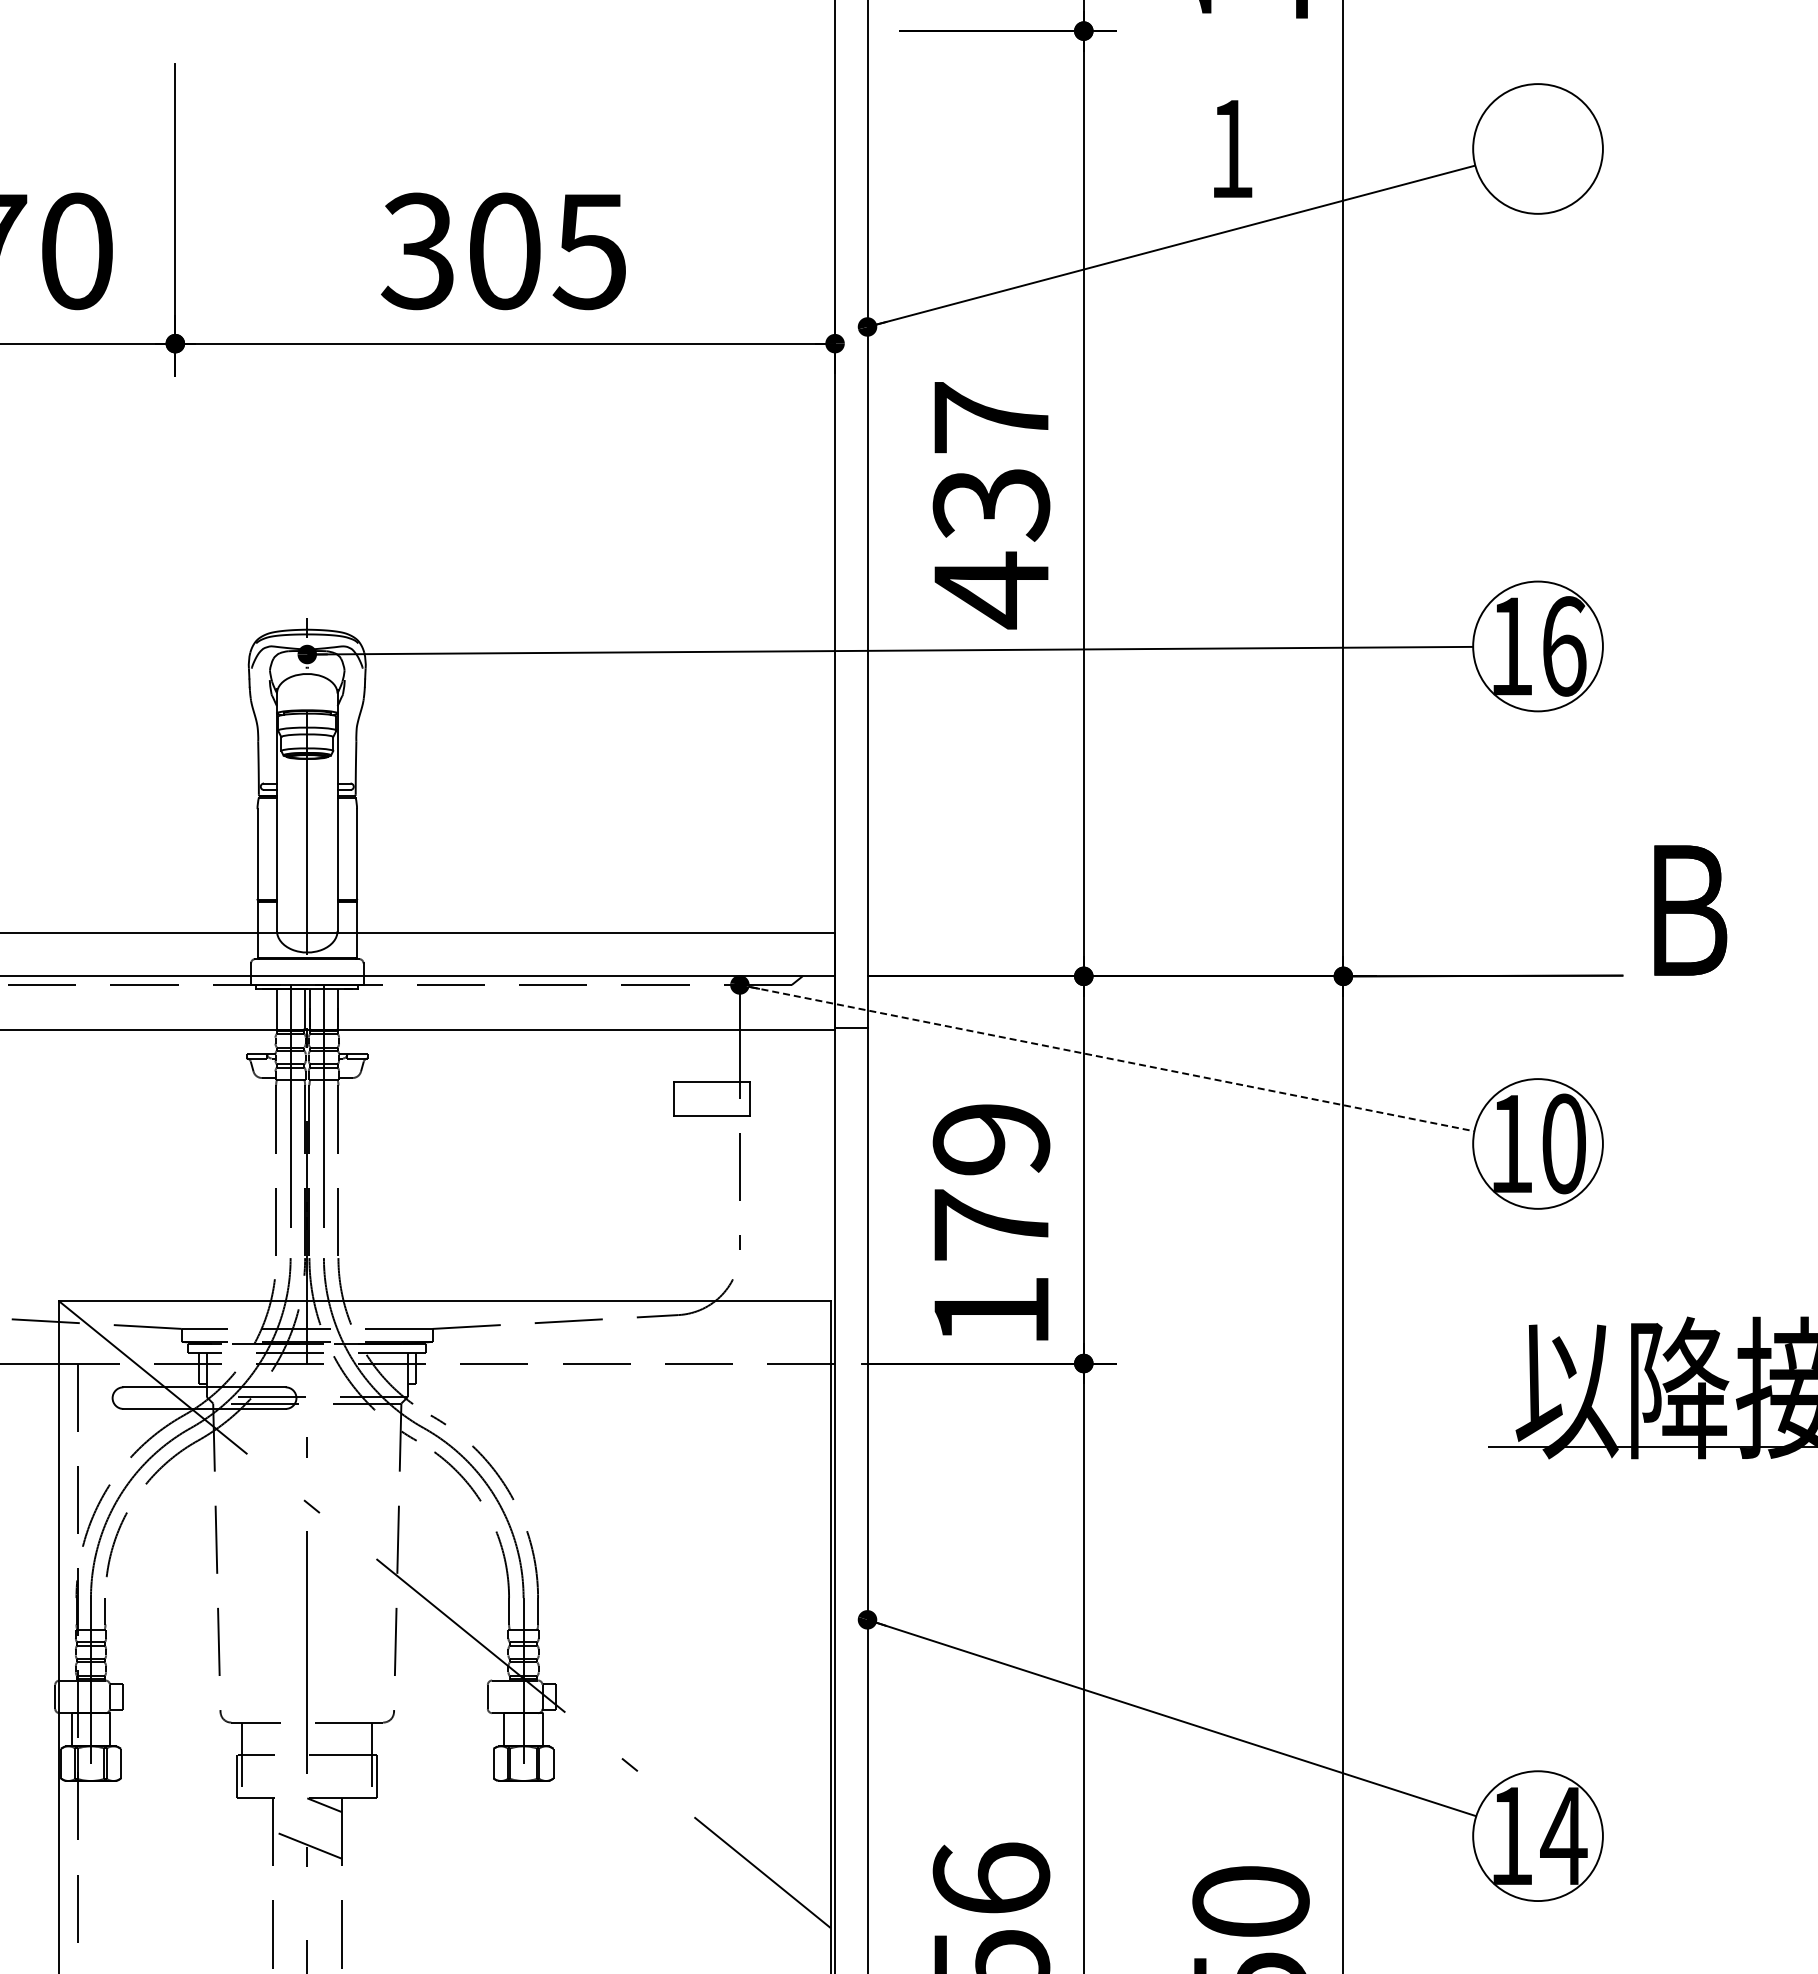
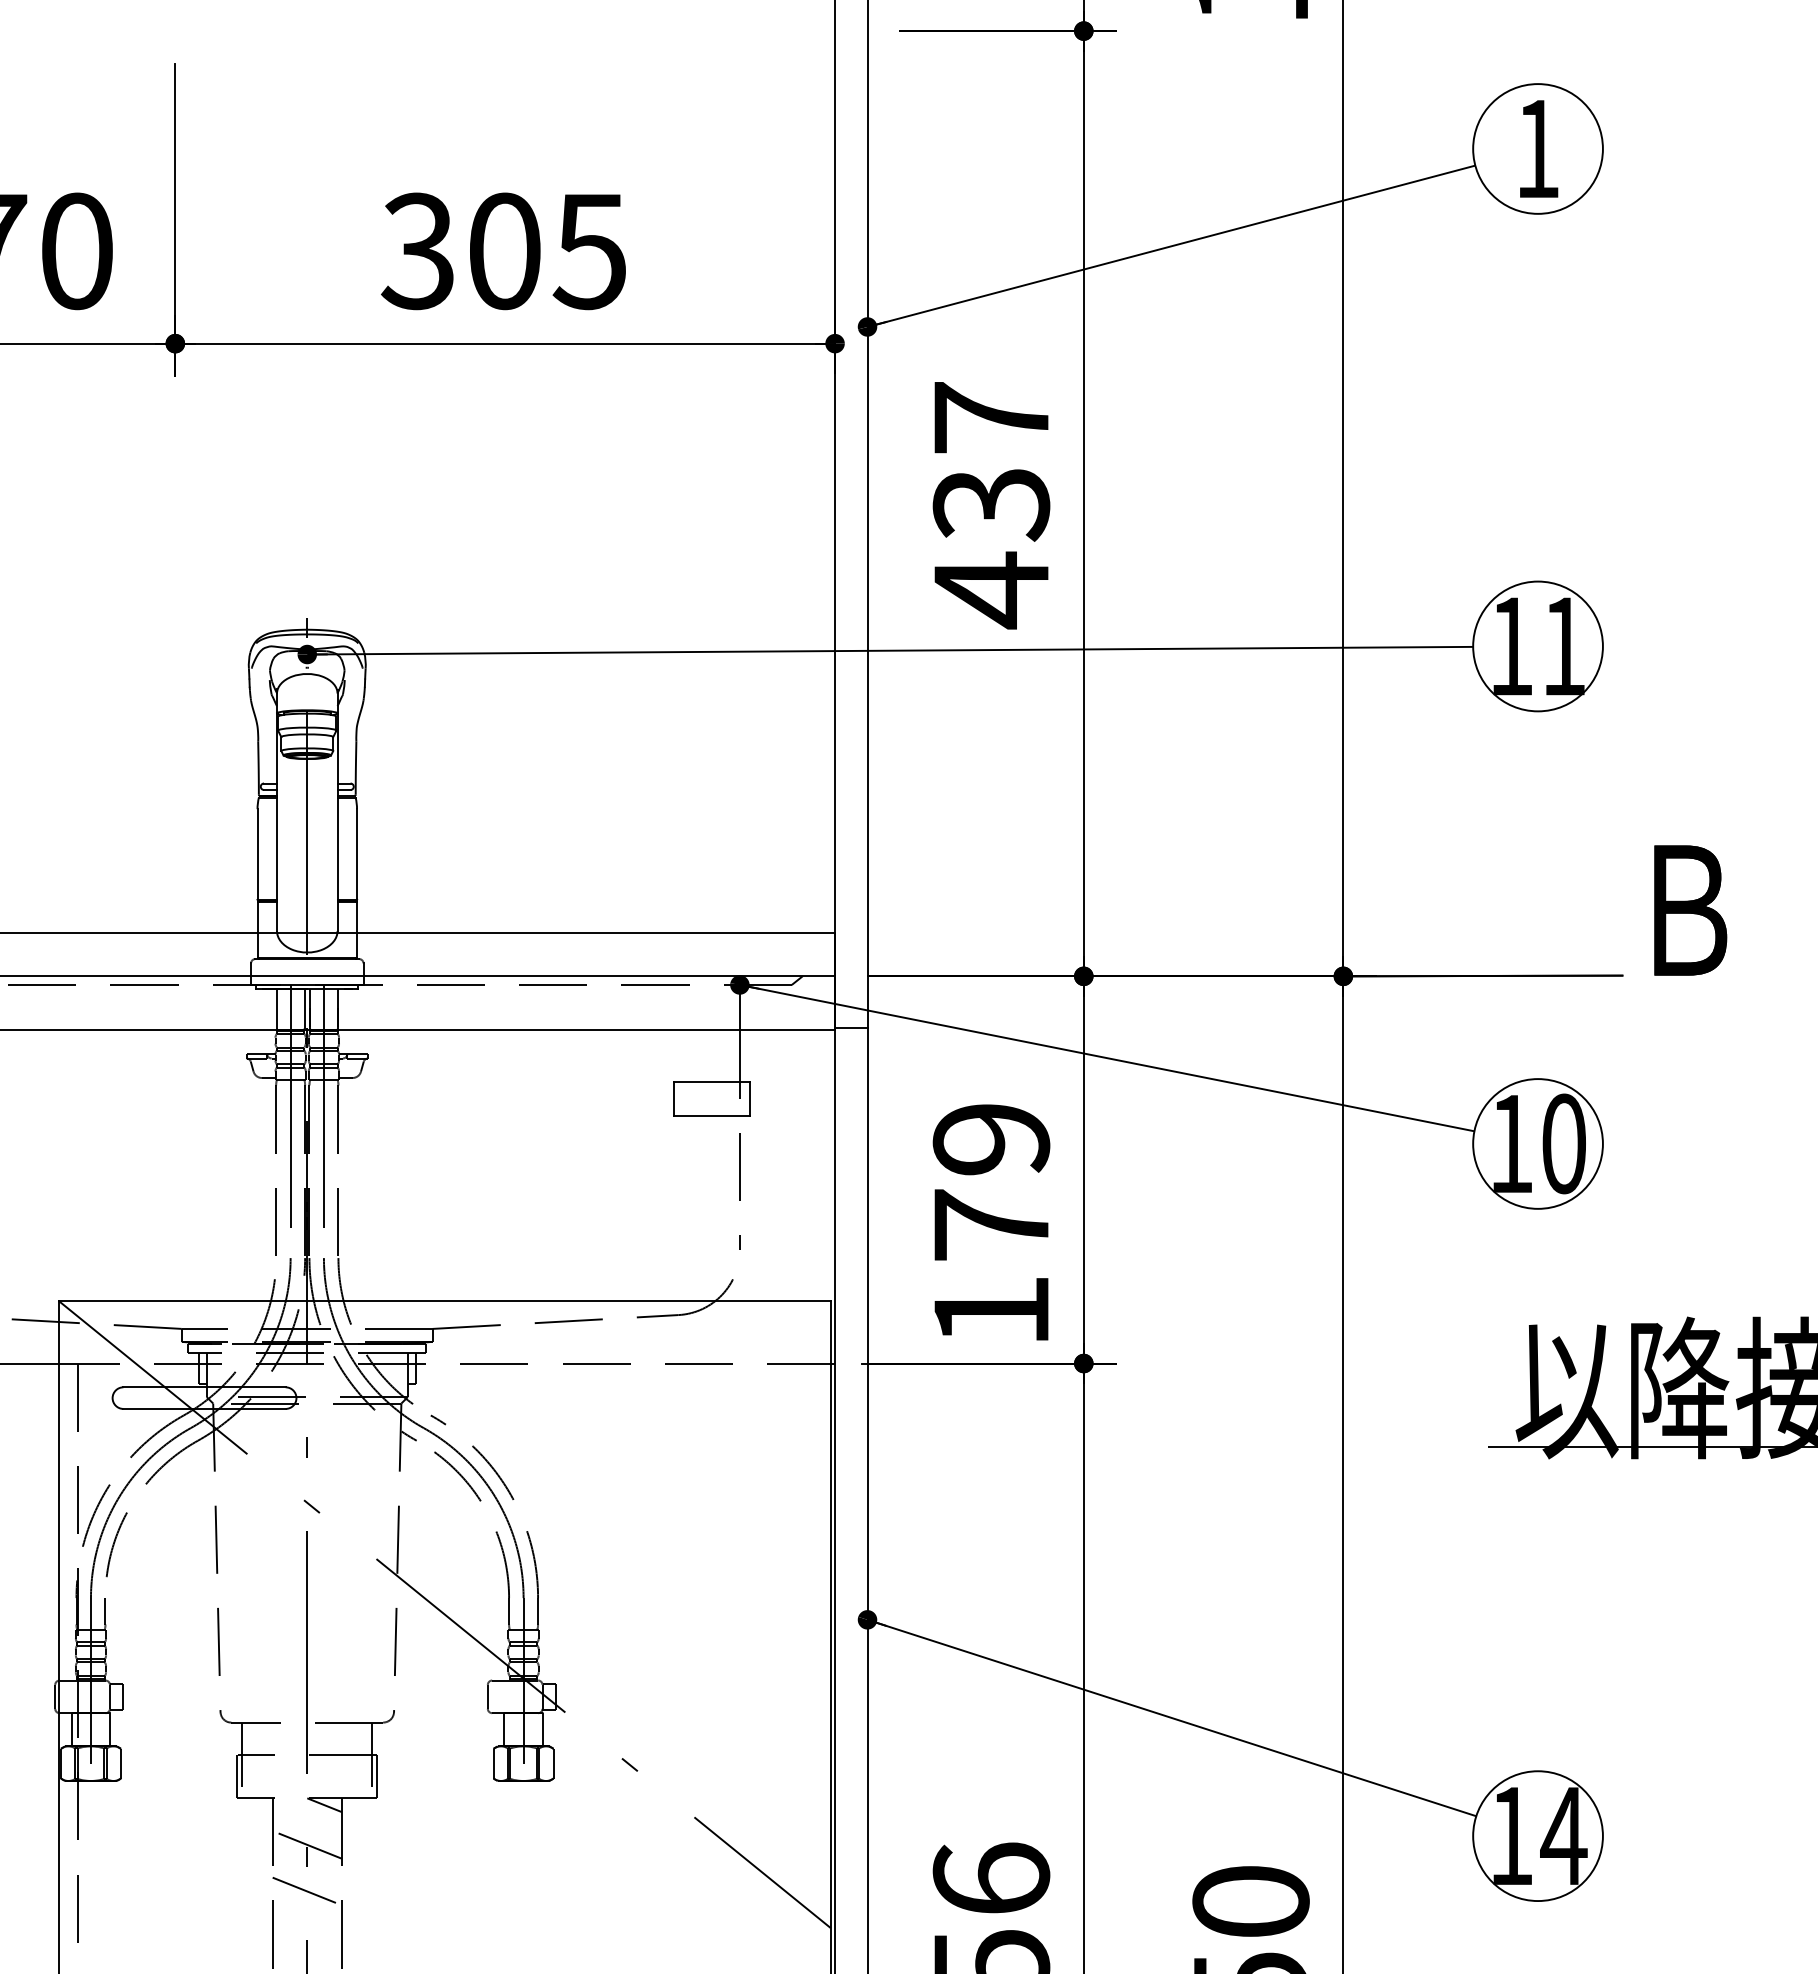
text at (1233, 148) position: (1233, 148) -> (1539, 148)
text at (1564, 646): 16 -> 11
line at (1107, 1058): dashed -> solid
line at (306, 1891): none -> present
